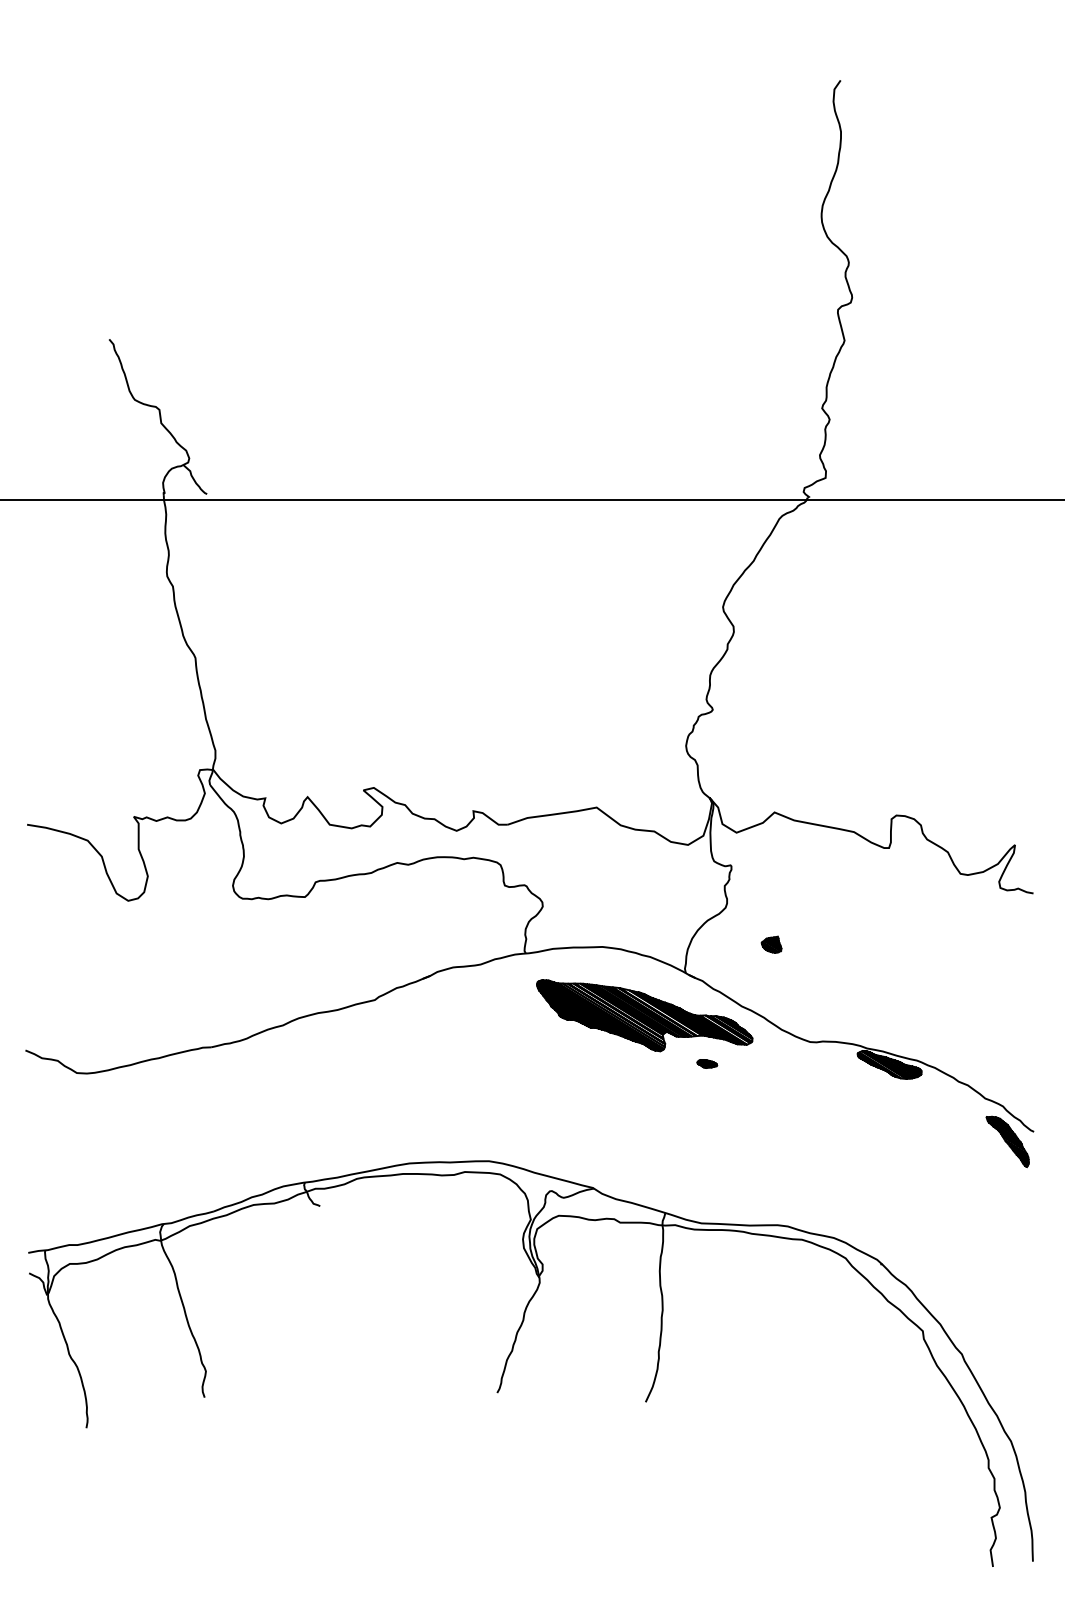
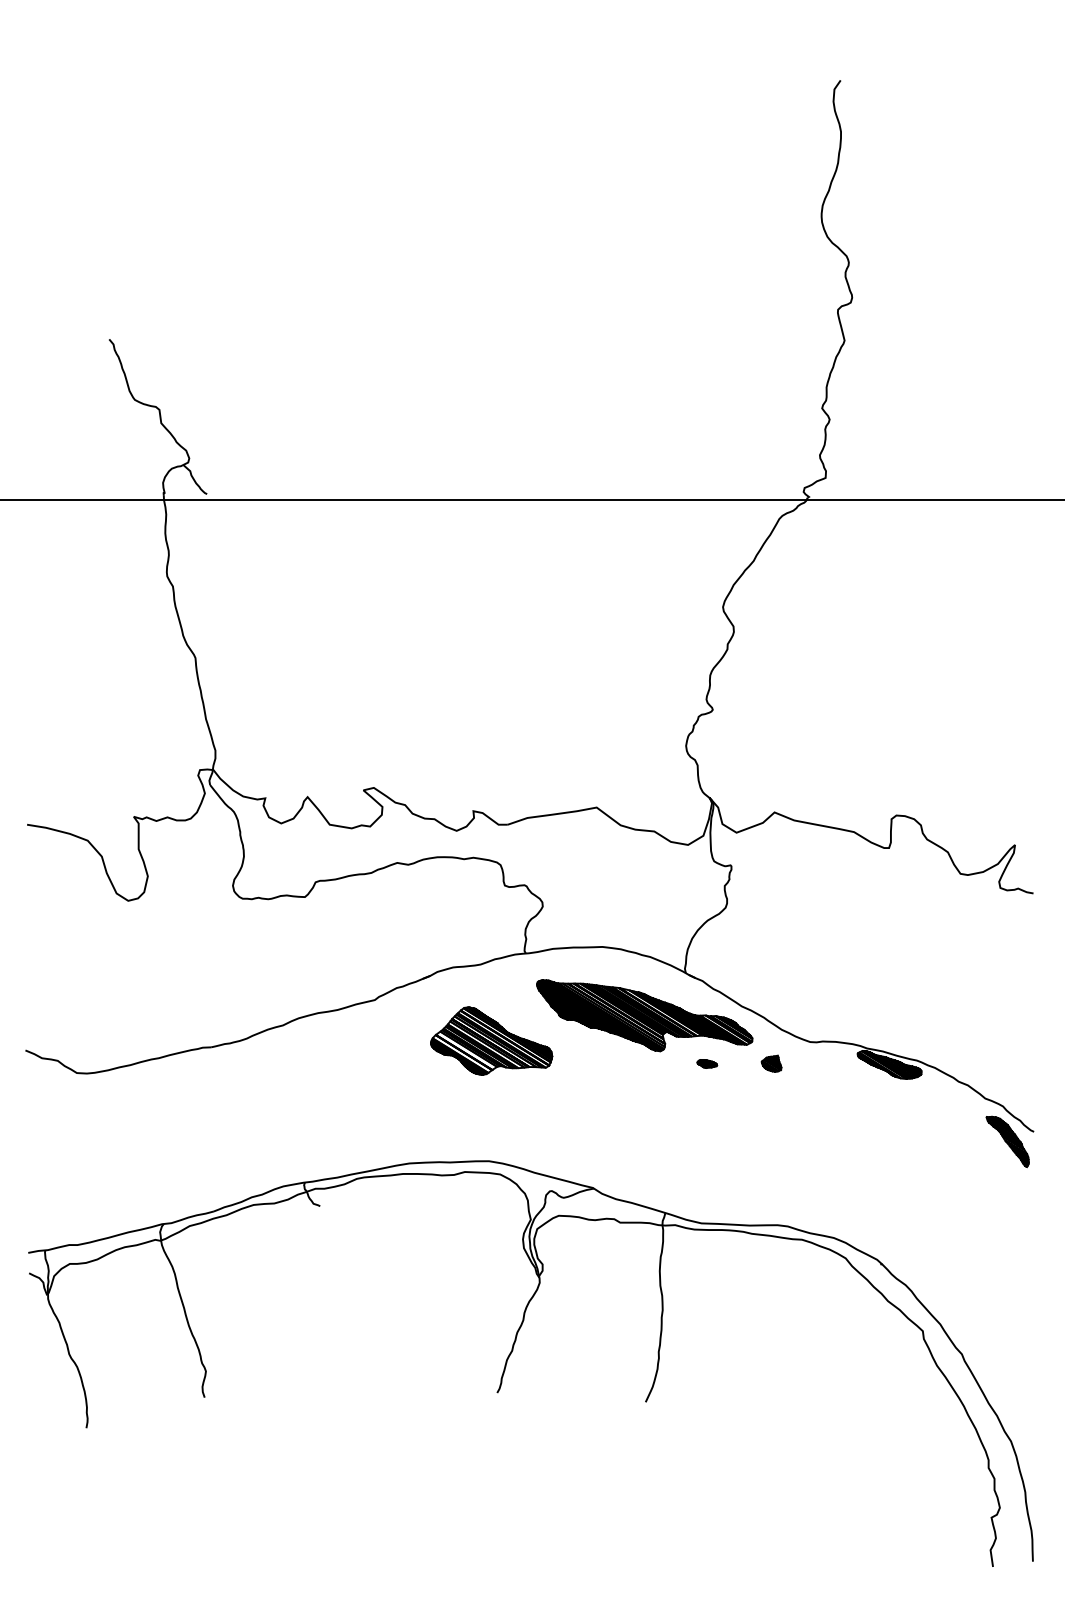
part at (771, 944) position: (771, 944) -> (771, 1063)
part at (491, 1040): none -> present
